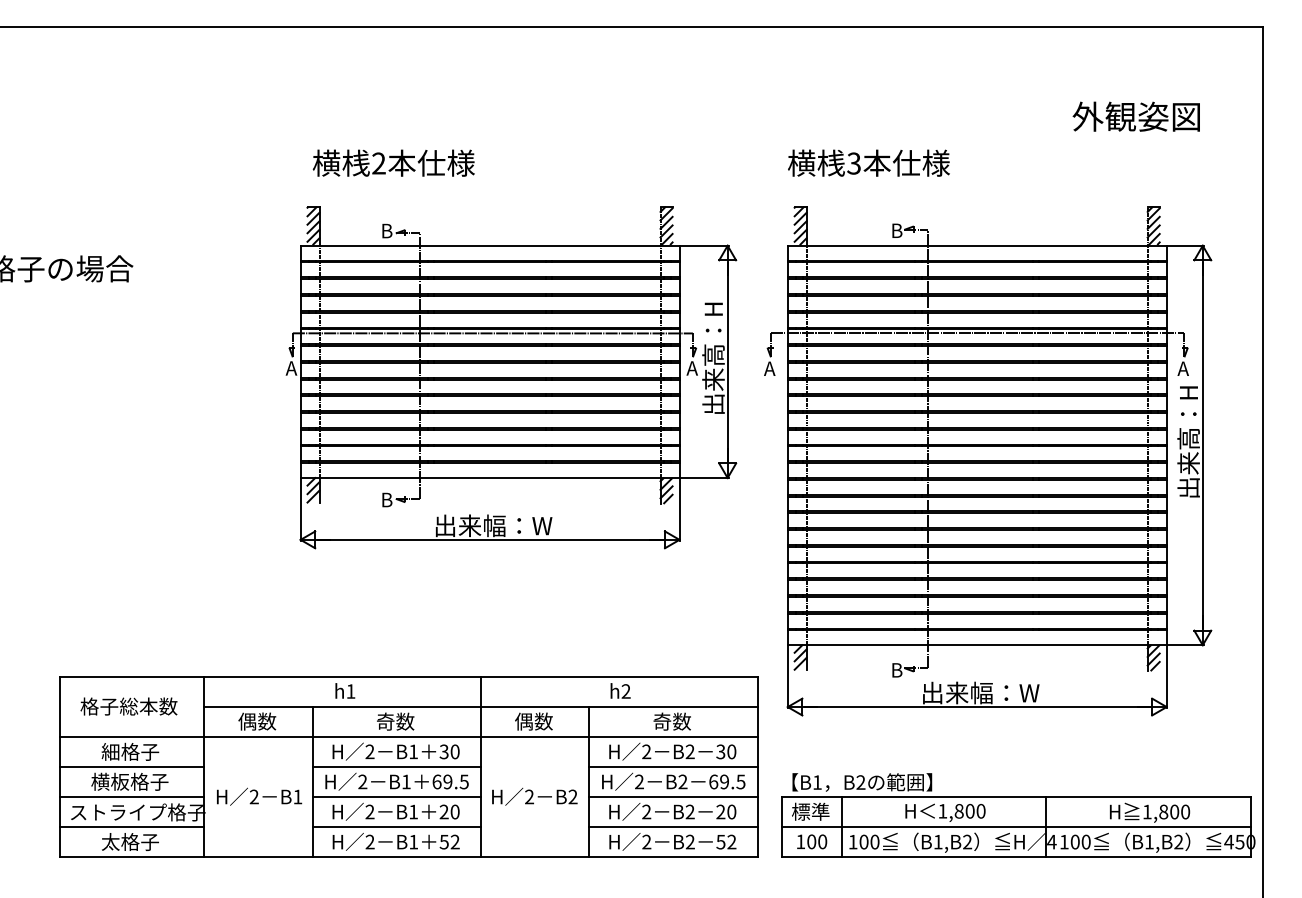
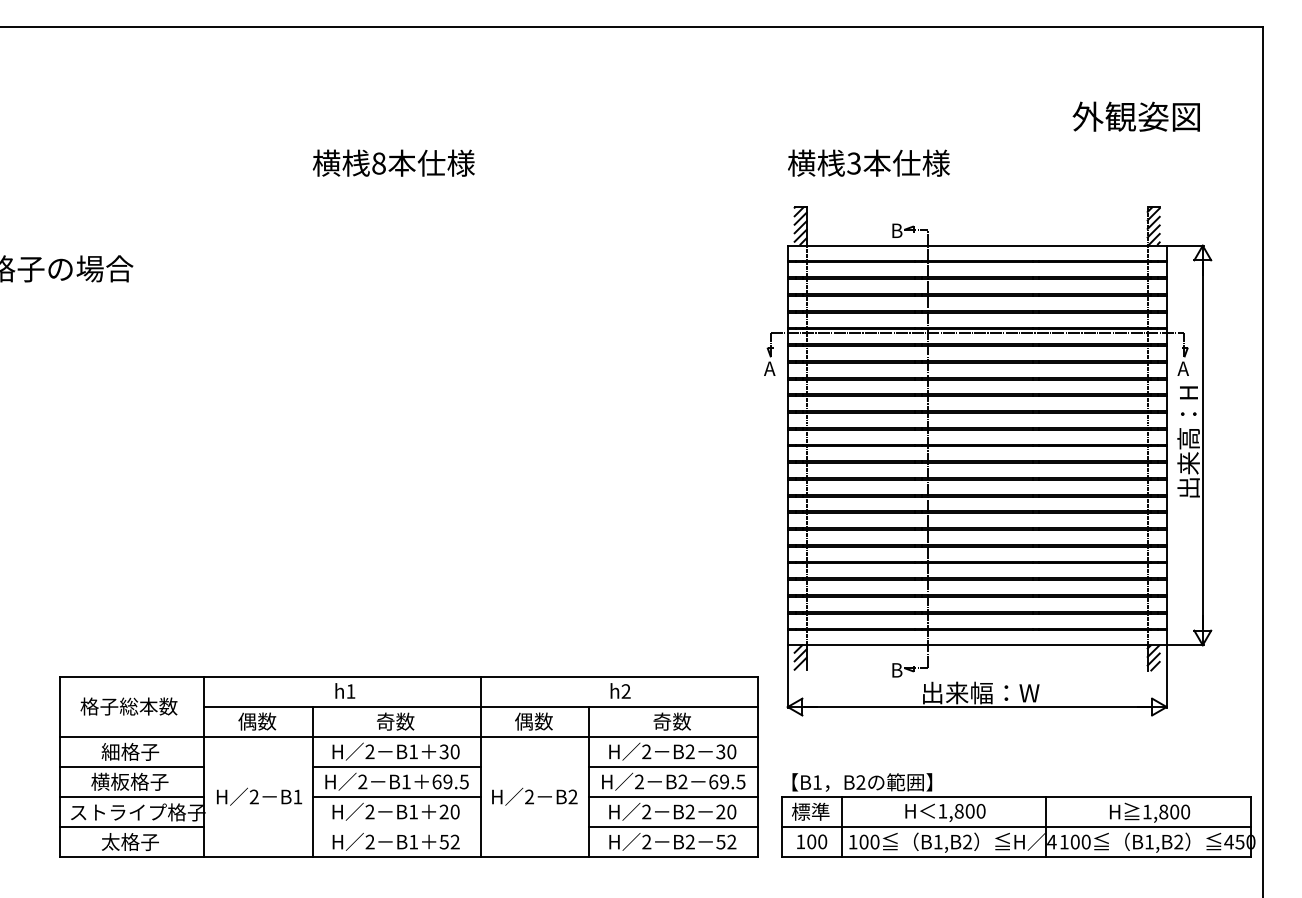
text at (378, 163): 2 -> 8
part at (511, 377): present -> none
line at (396, 826): present -> none
